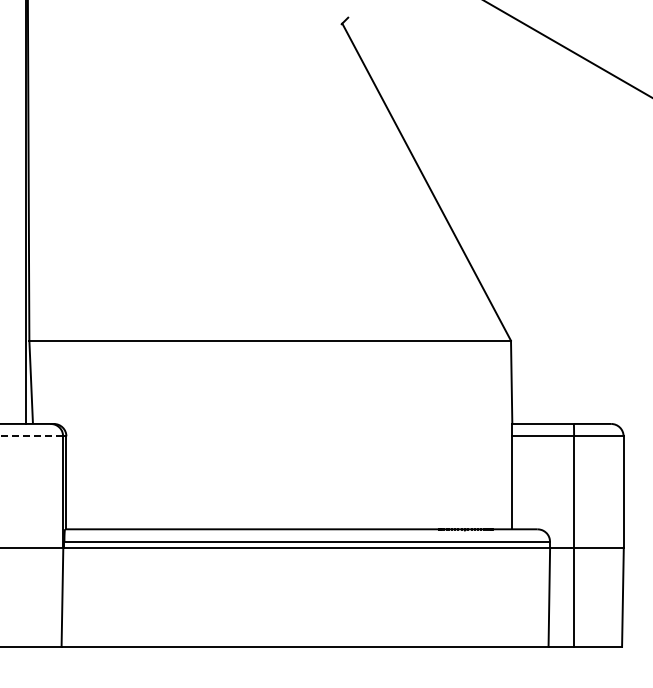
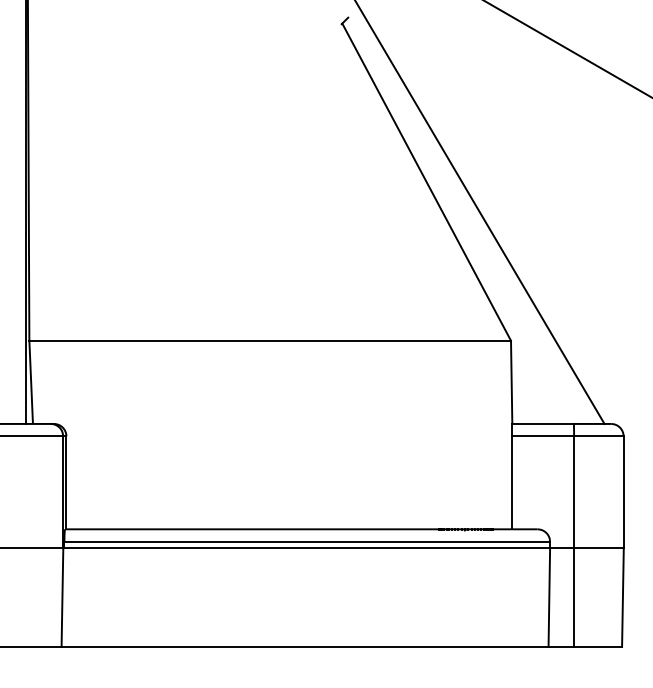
line at (480, 212): none -> present
line at (31, 436): dashed -> solid
